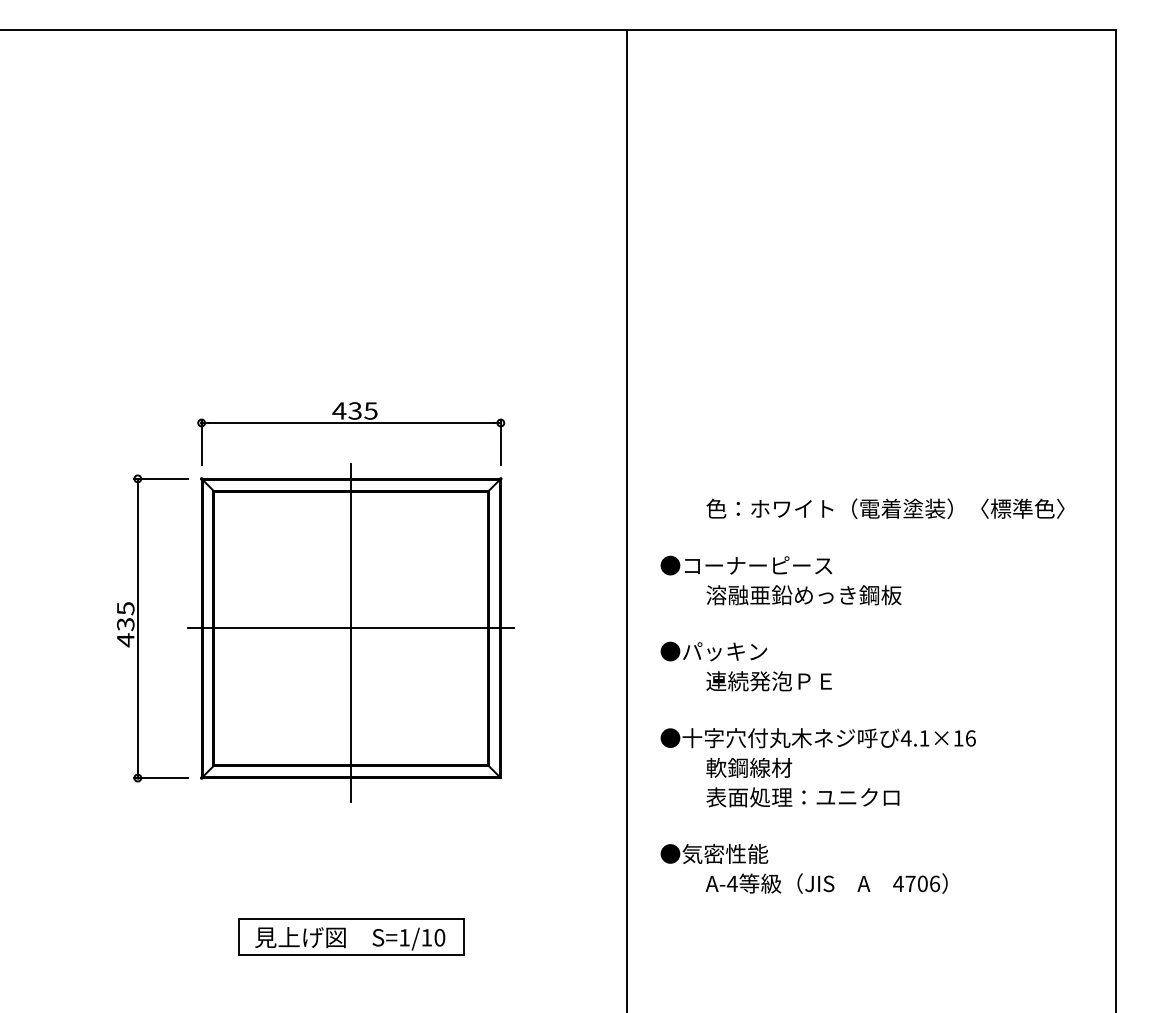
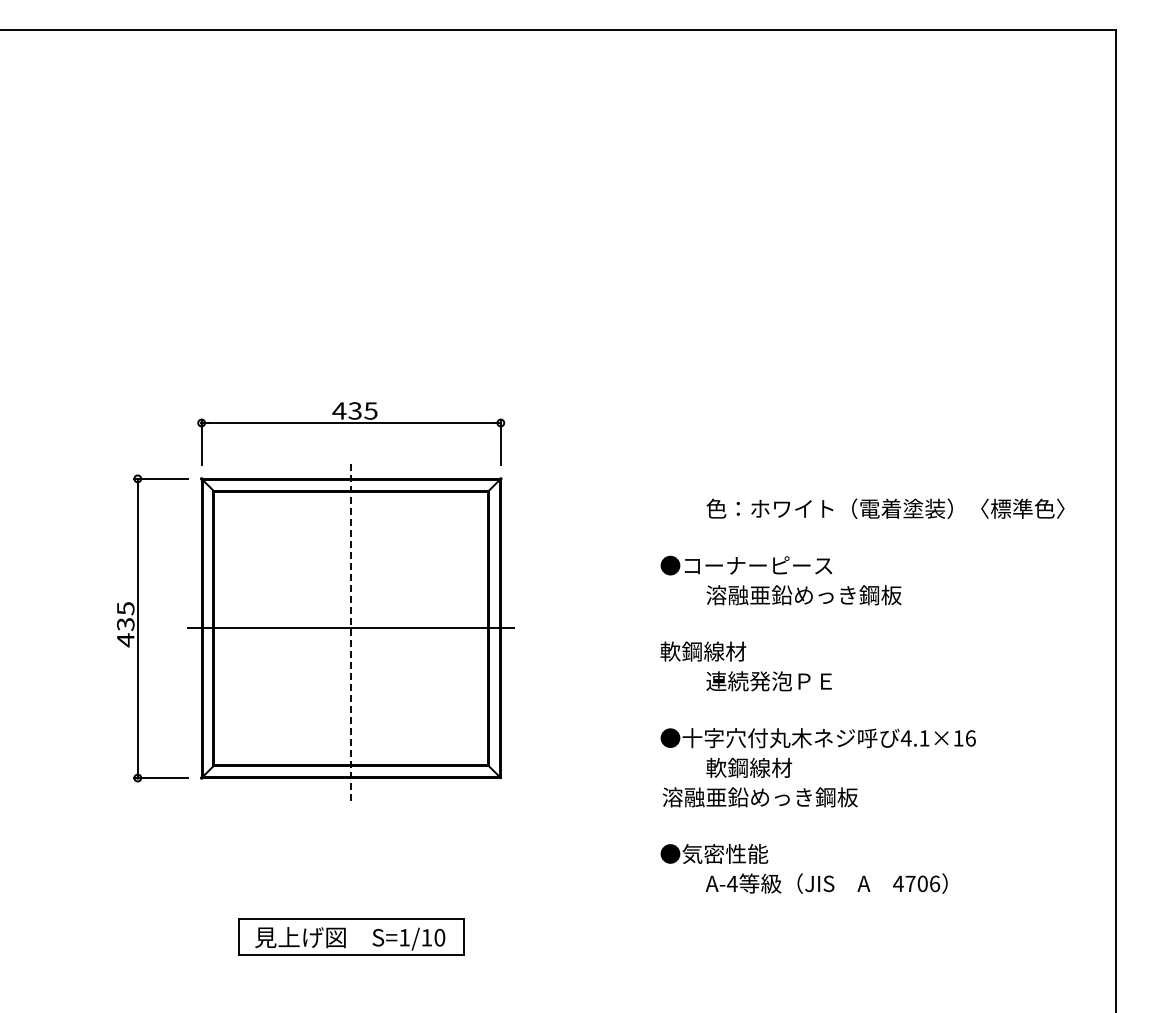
line at (627, 519): present -> none
line at (351, 633): solid -> dashed
text at (713, 651): ●パッキン -> 軟鋼線材
text at (780, 797): 表面処理：ユニクロ -> 溶融亜鉛めっき鋼板
